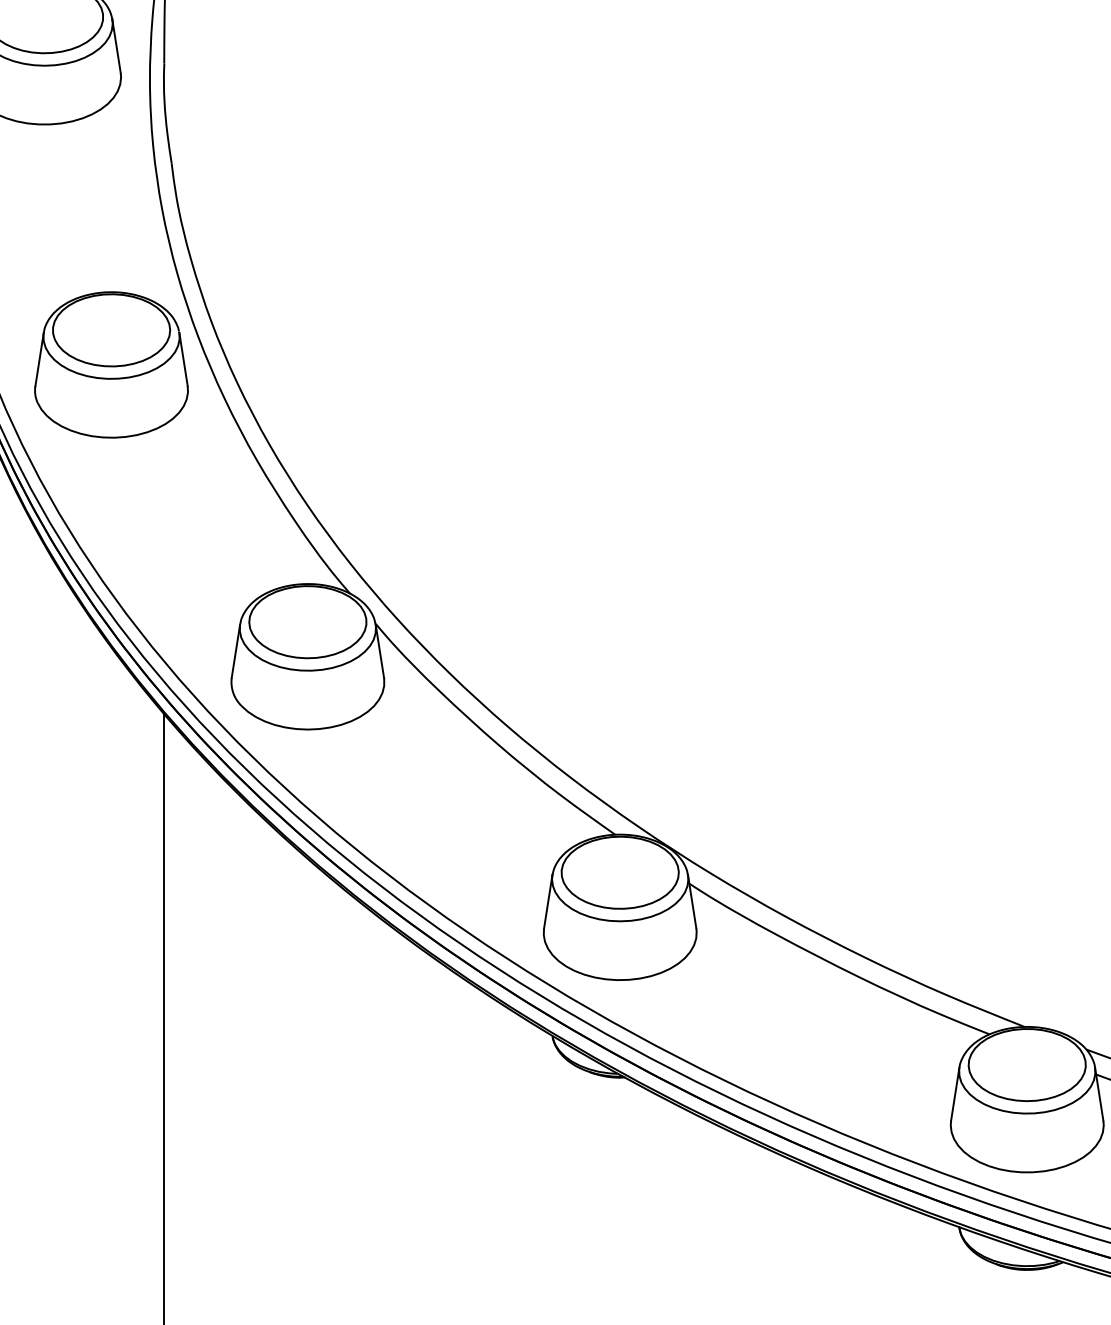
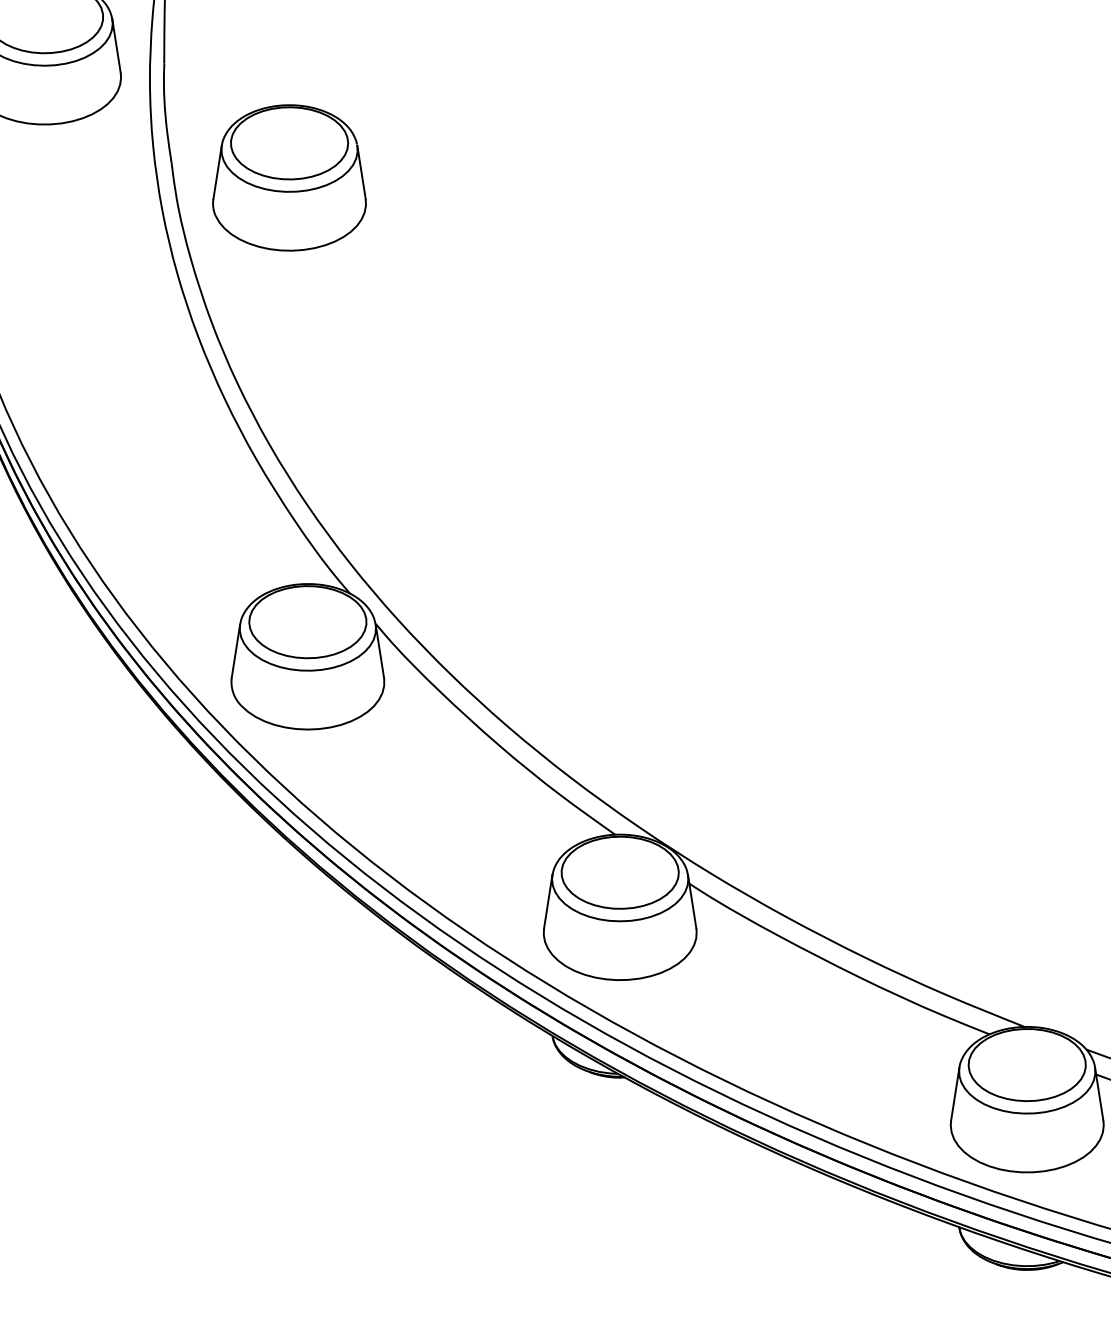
part at (111, 364) position: (111, 364) -> (289, 177)
line at (164, 1017): present -> none
